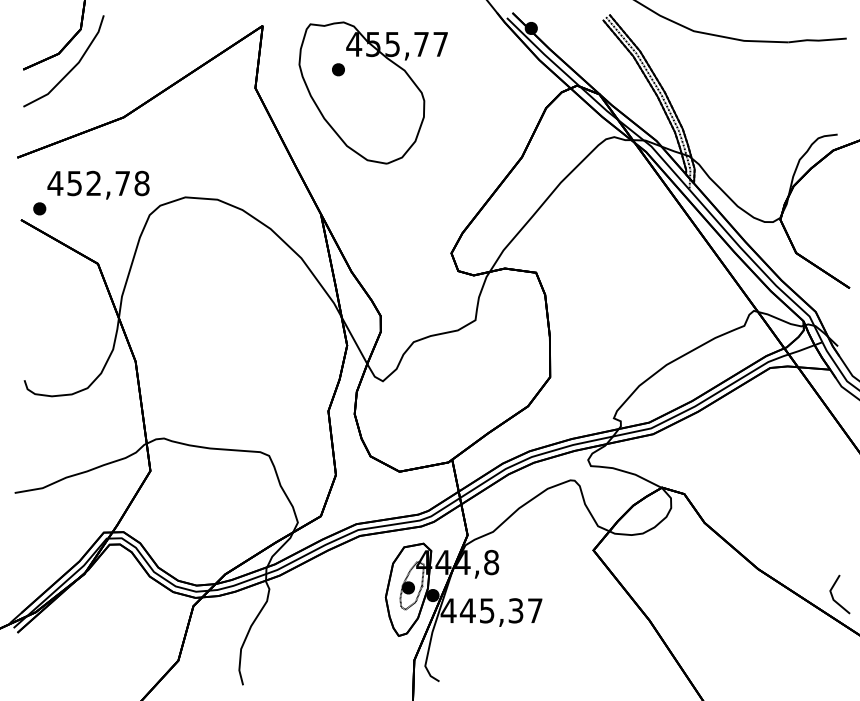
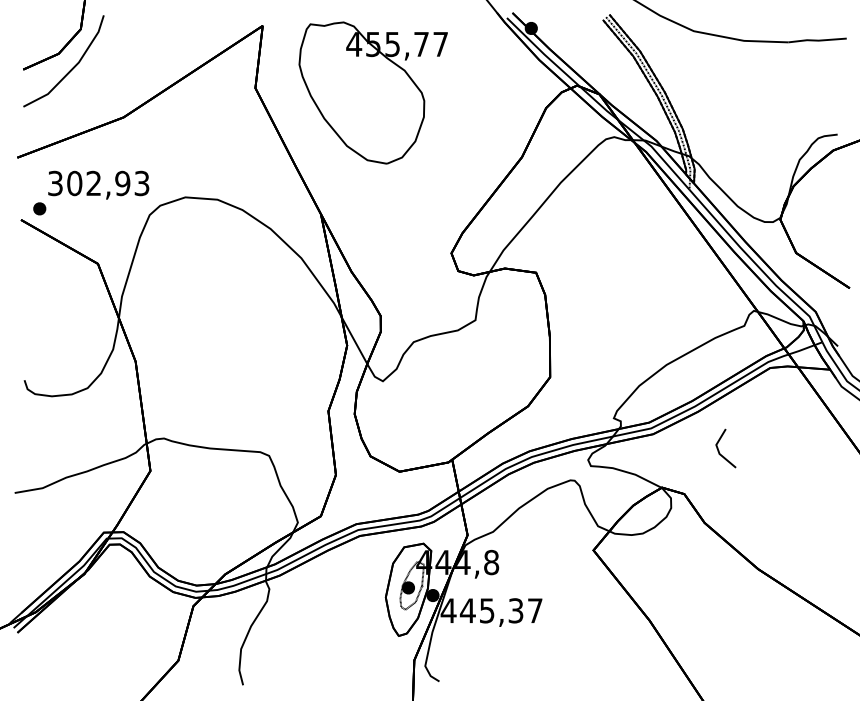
part at (338, 69): present -> none
text at (98, 183): 452,78 -> 302,93
part at (833, 596) position: (833, 596) -> (719, 450)
